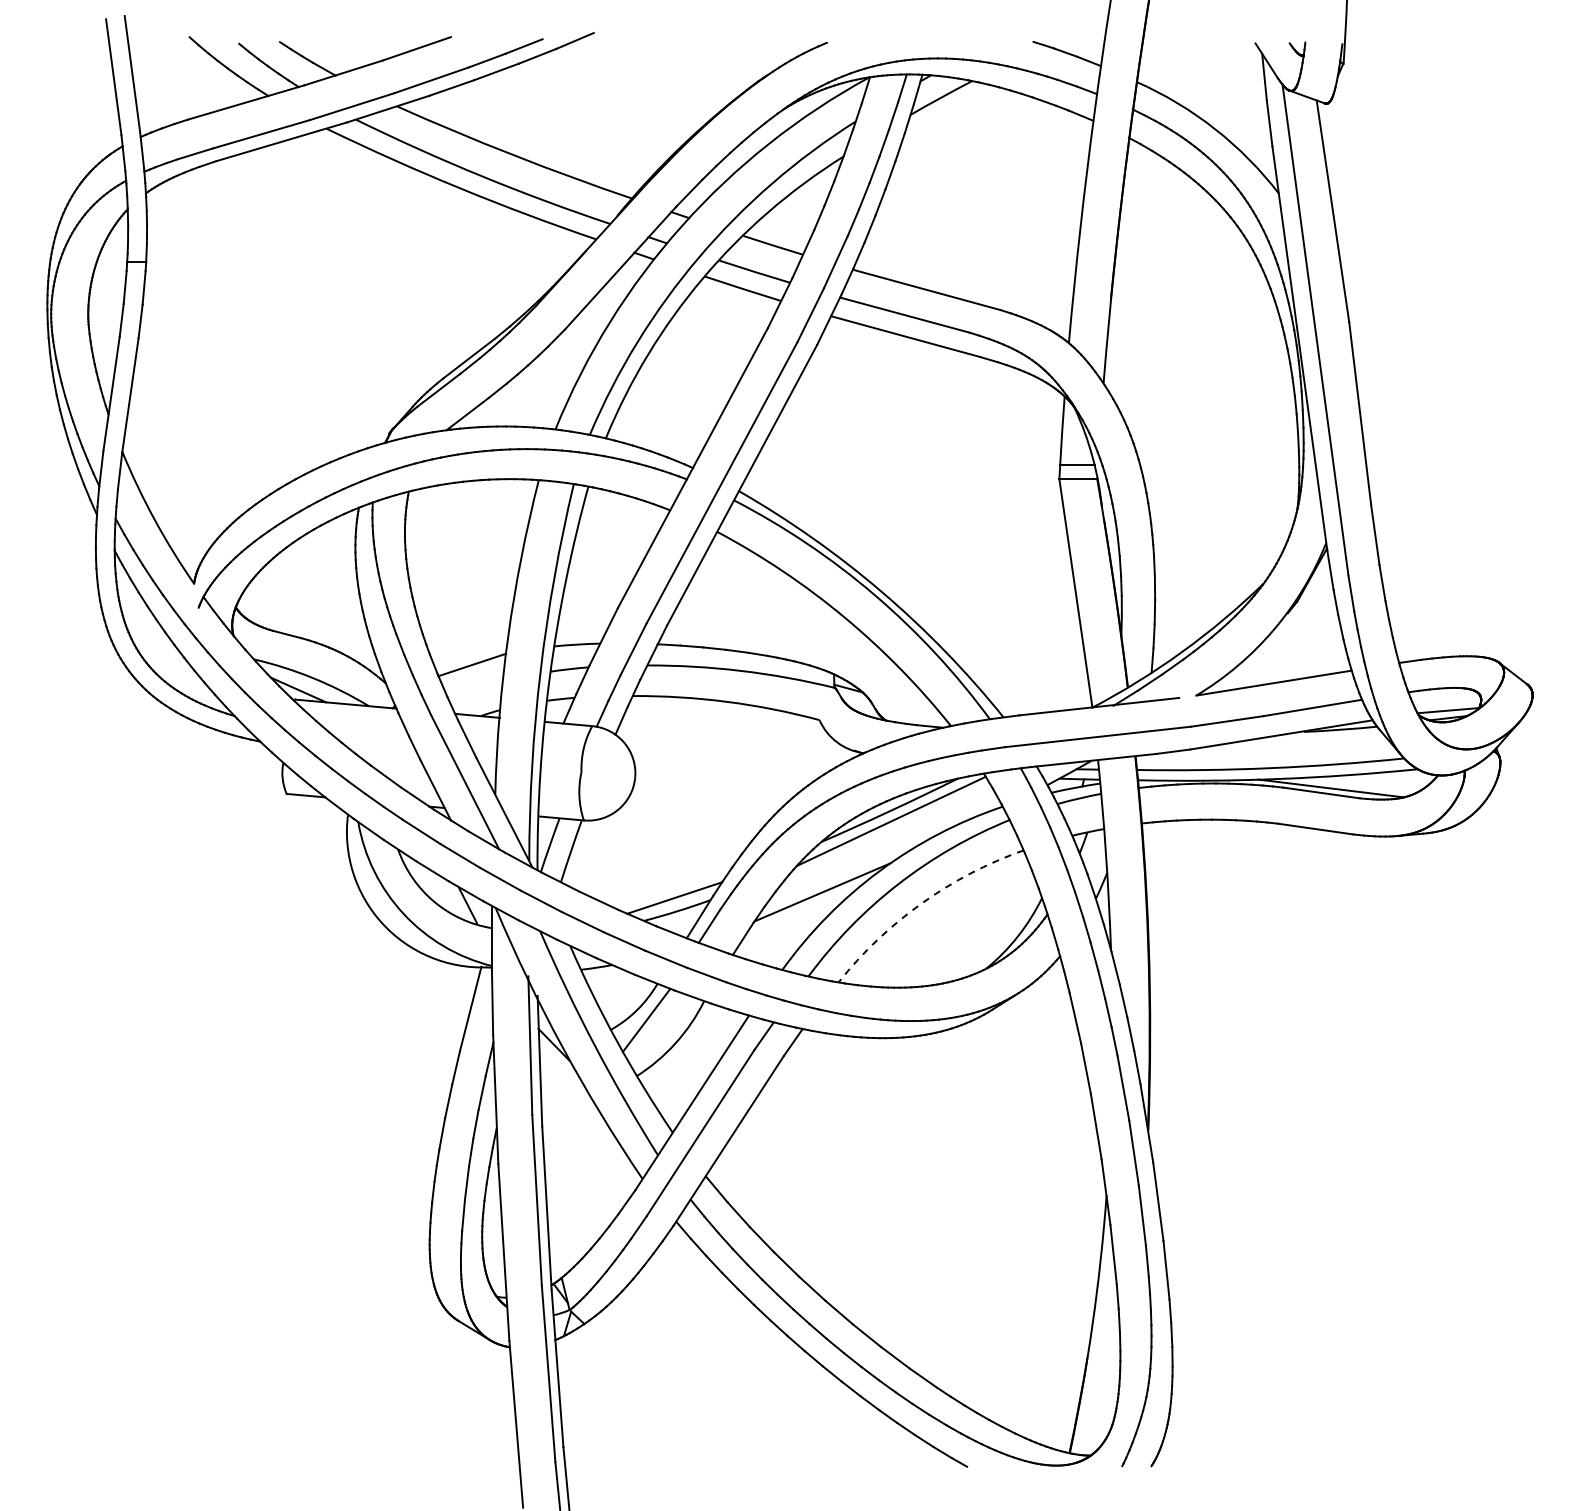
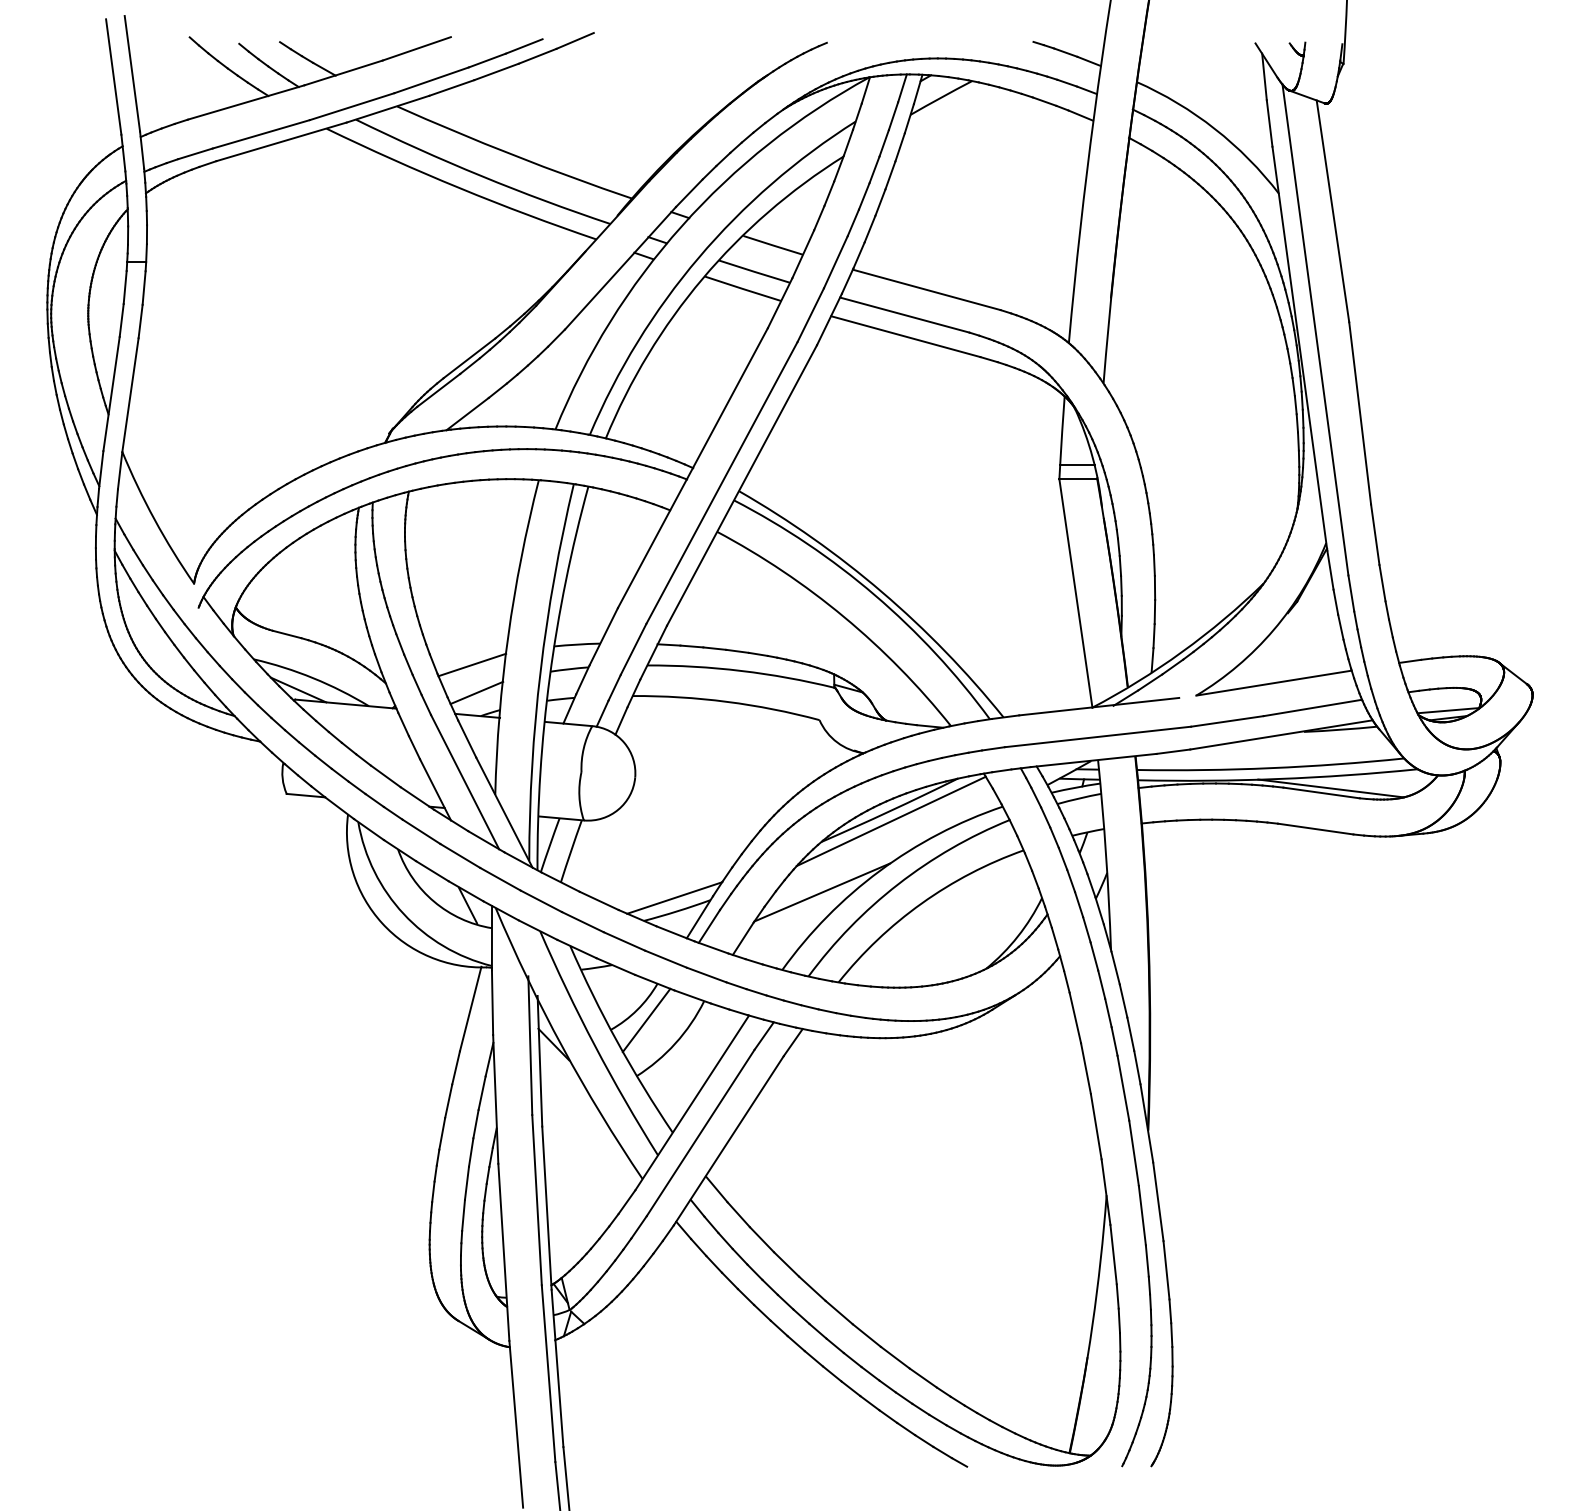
line at (476, 692): none -> present
arc at (921, 903): dashed -> solid
